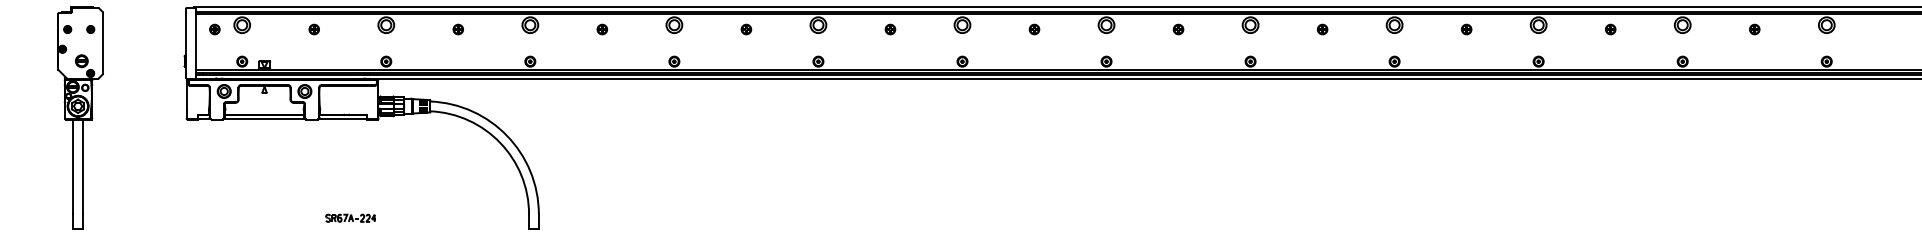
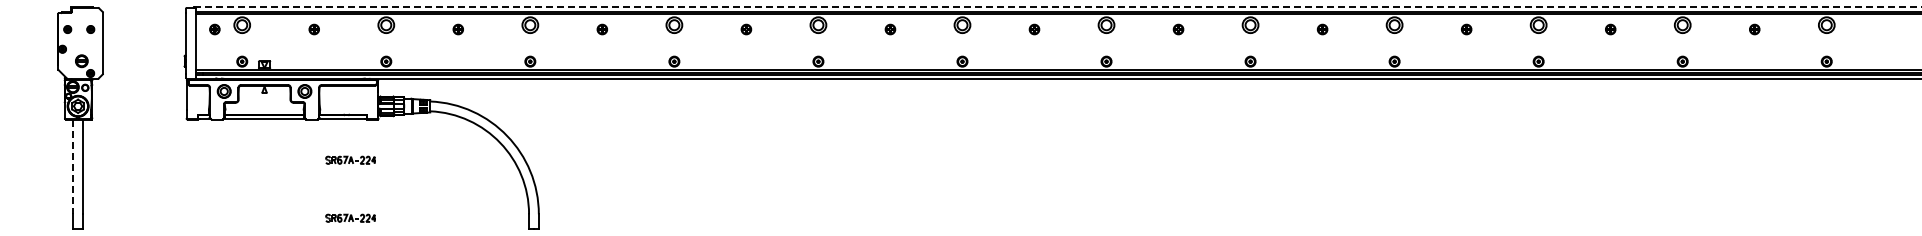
line at (1057, 7): solid -> dashed
part at (350, 159): none -> present
line at (73, 167): solid -> dashed
